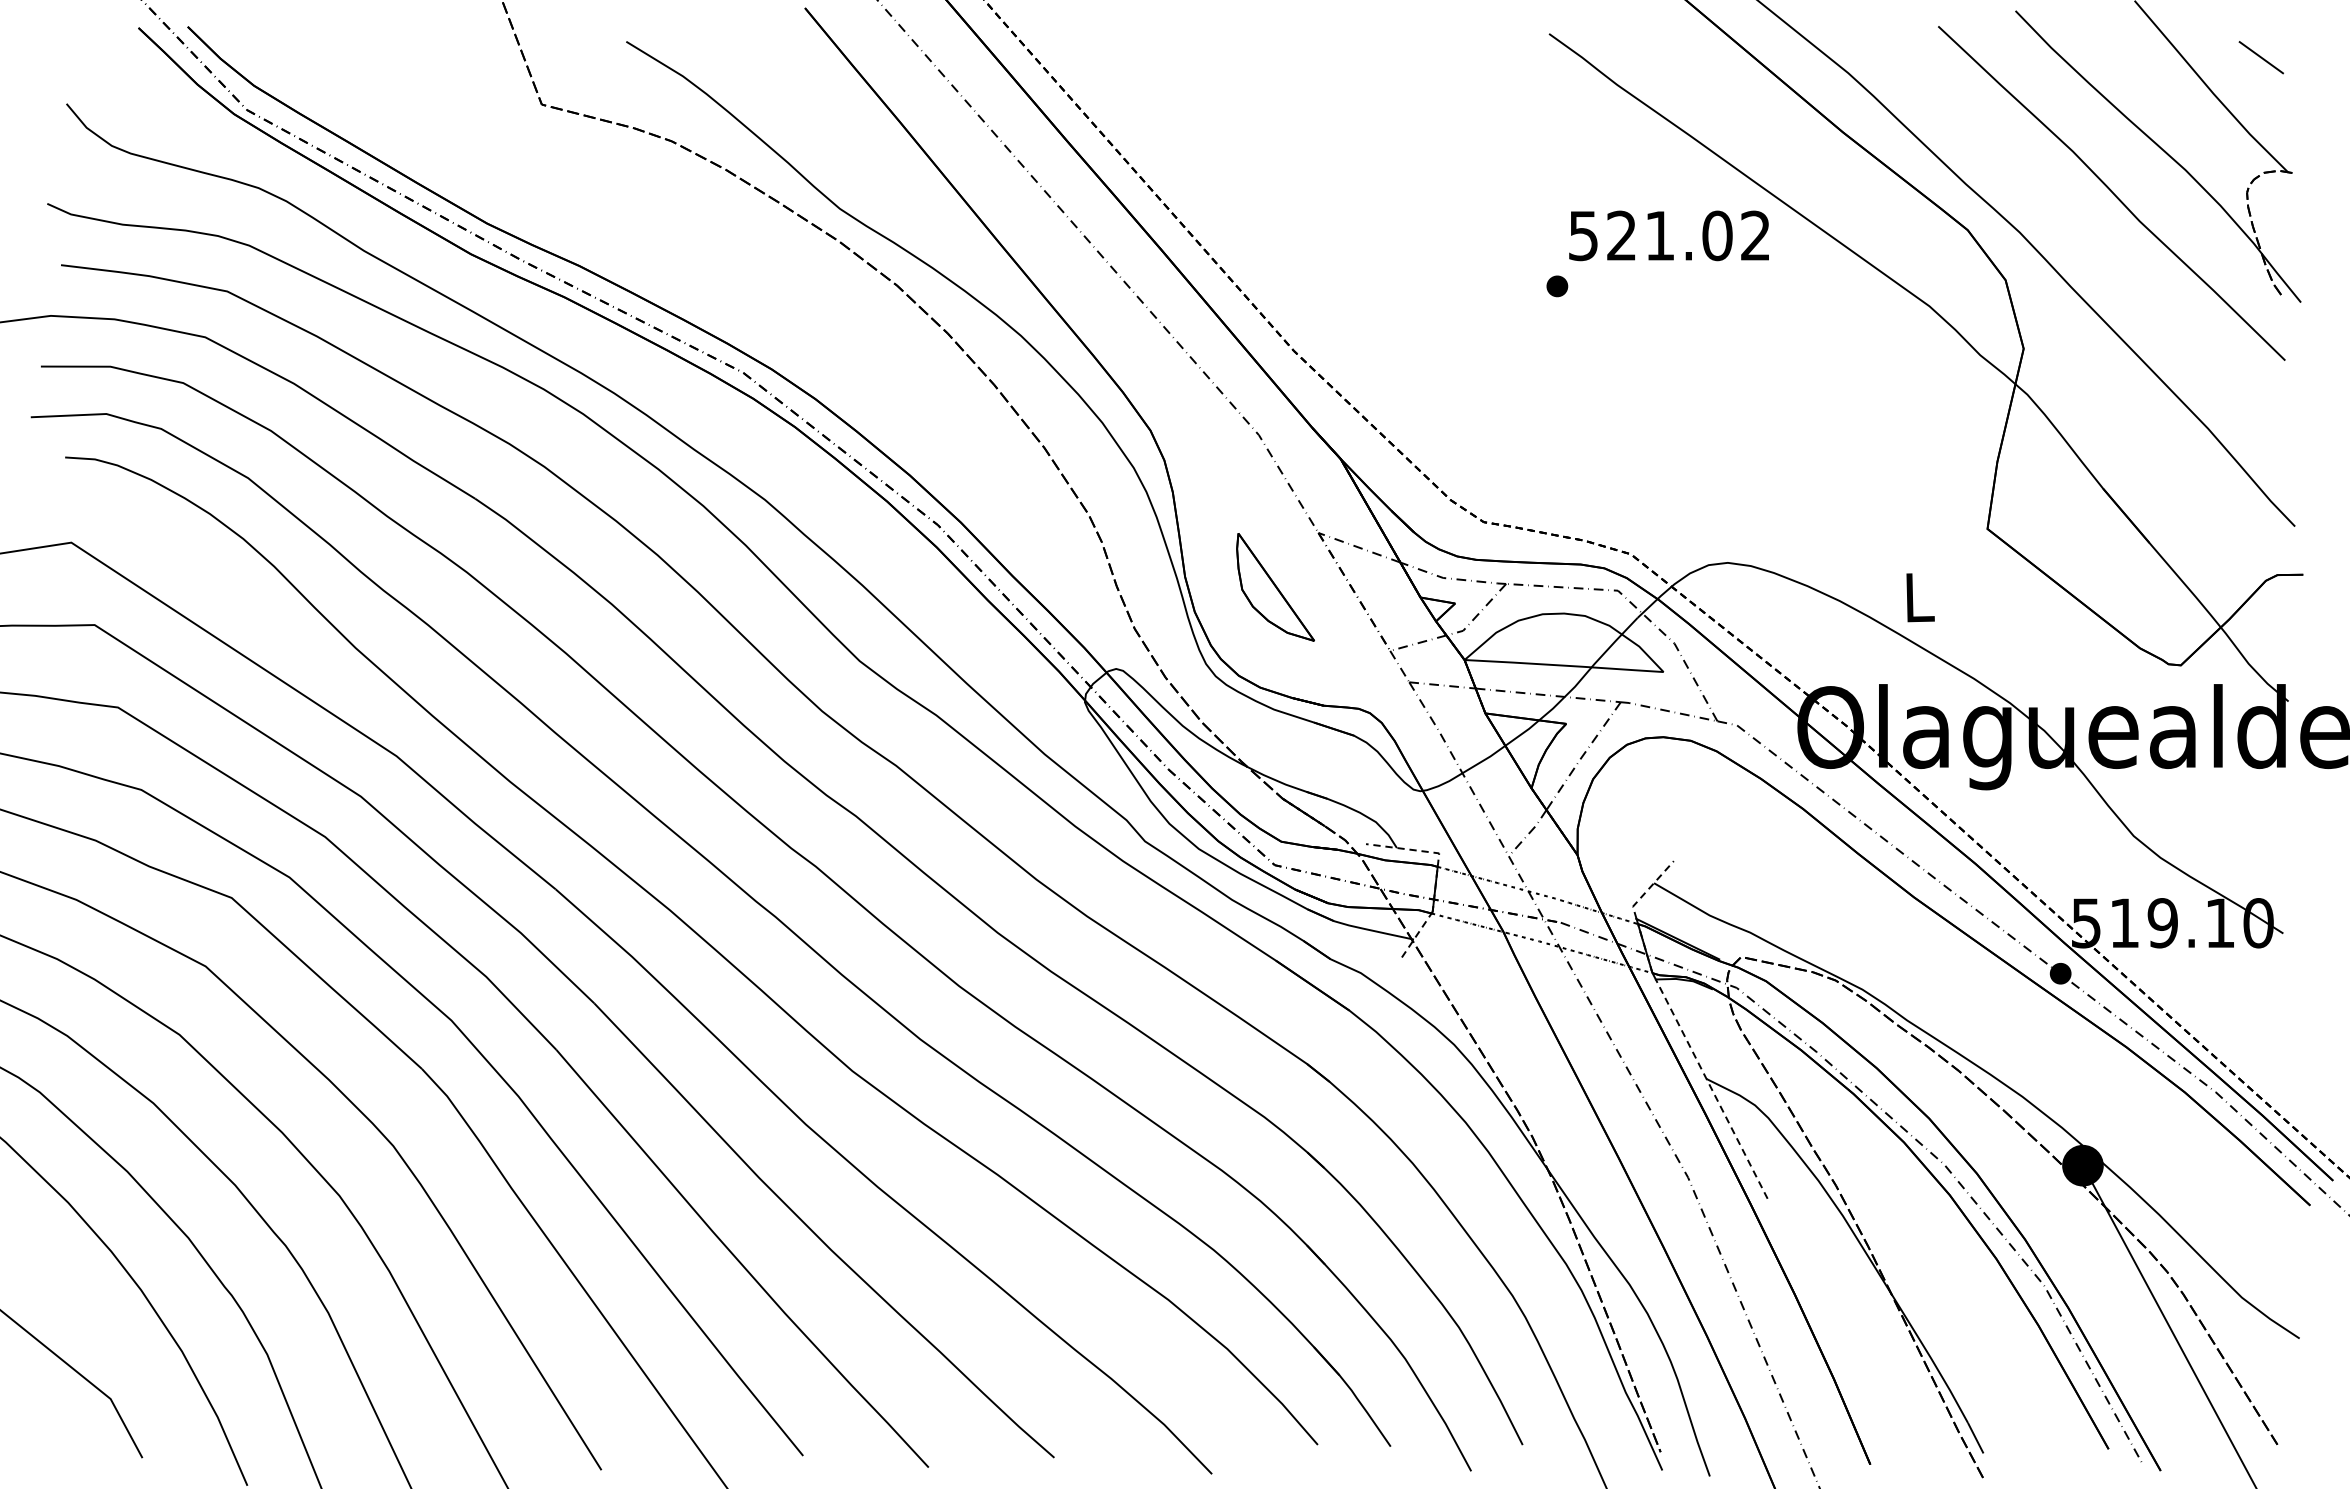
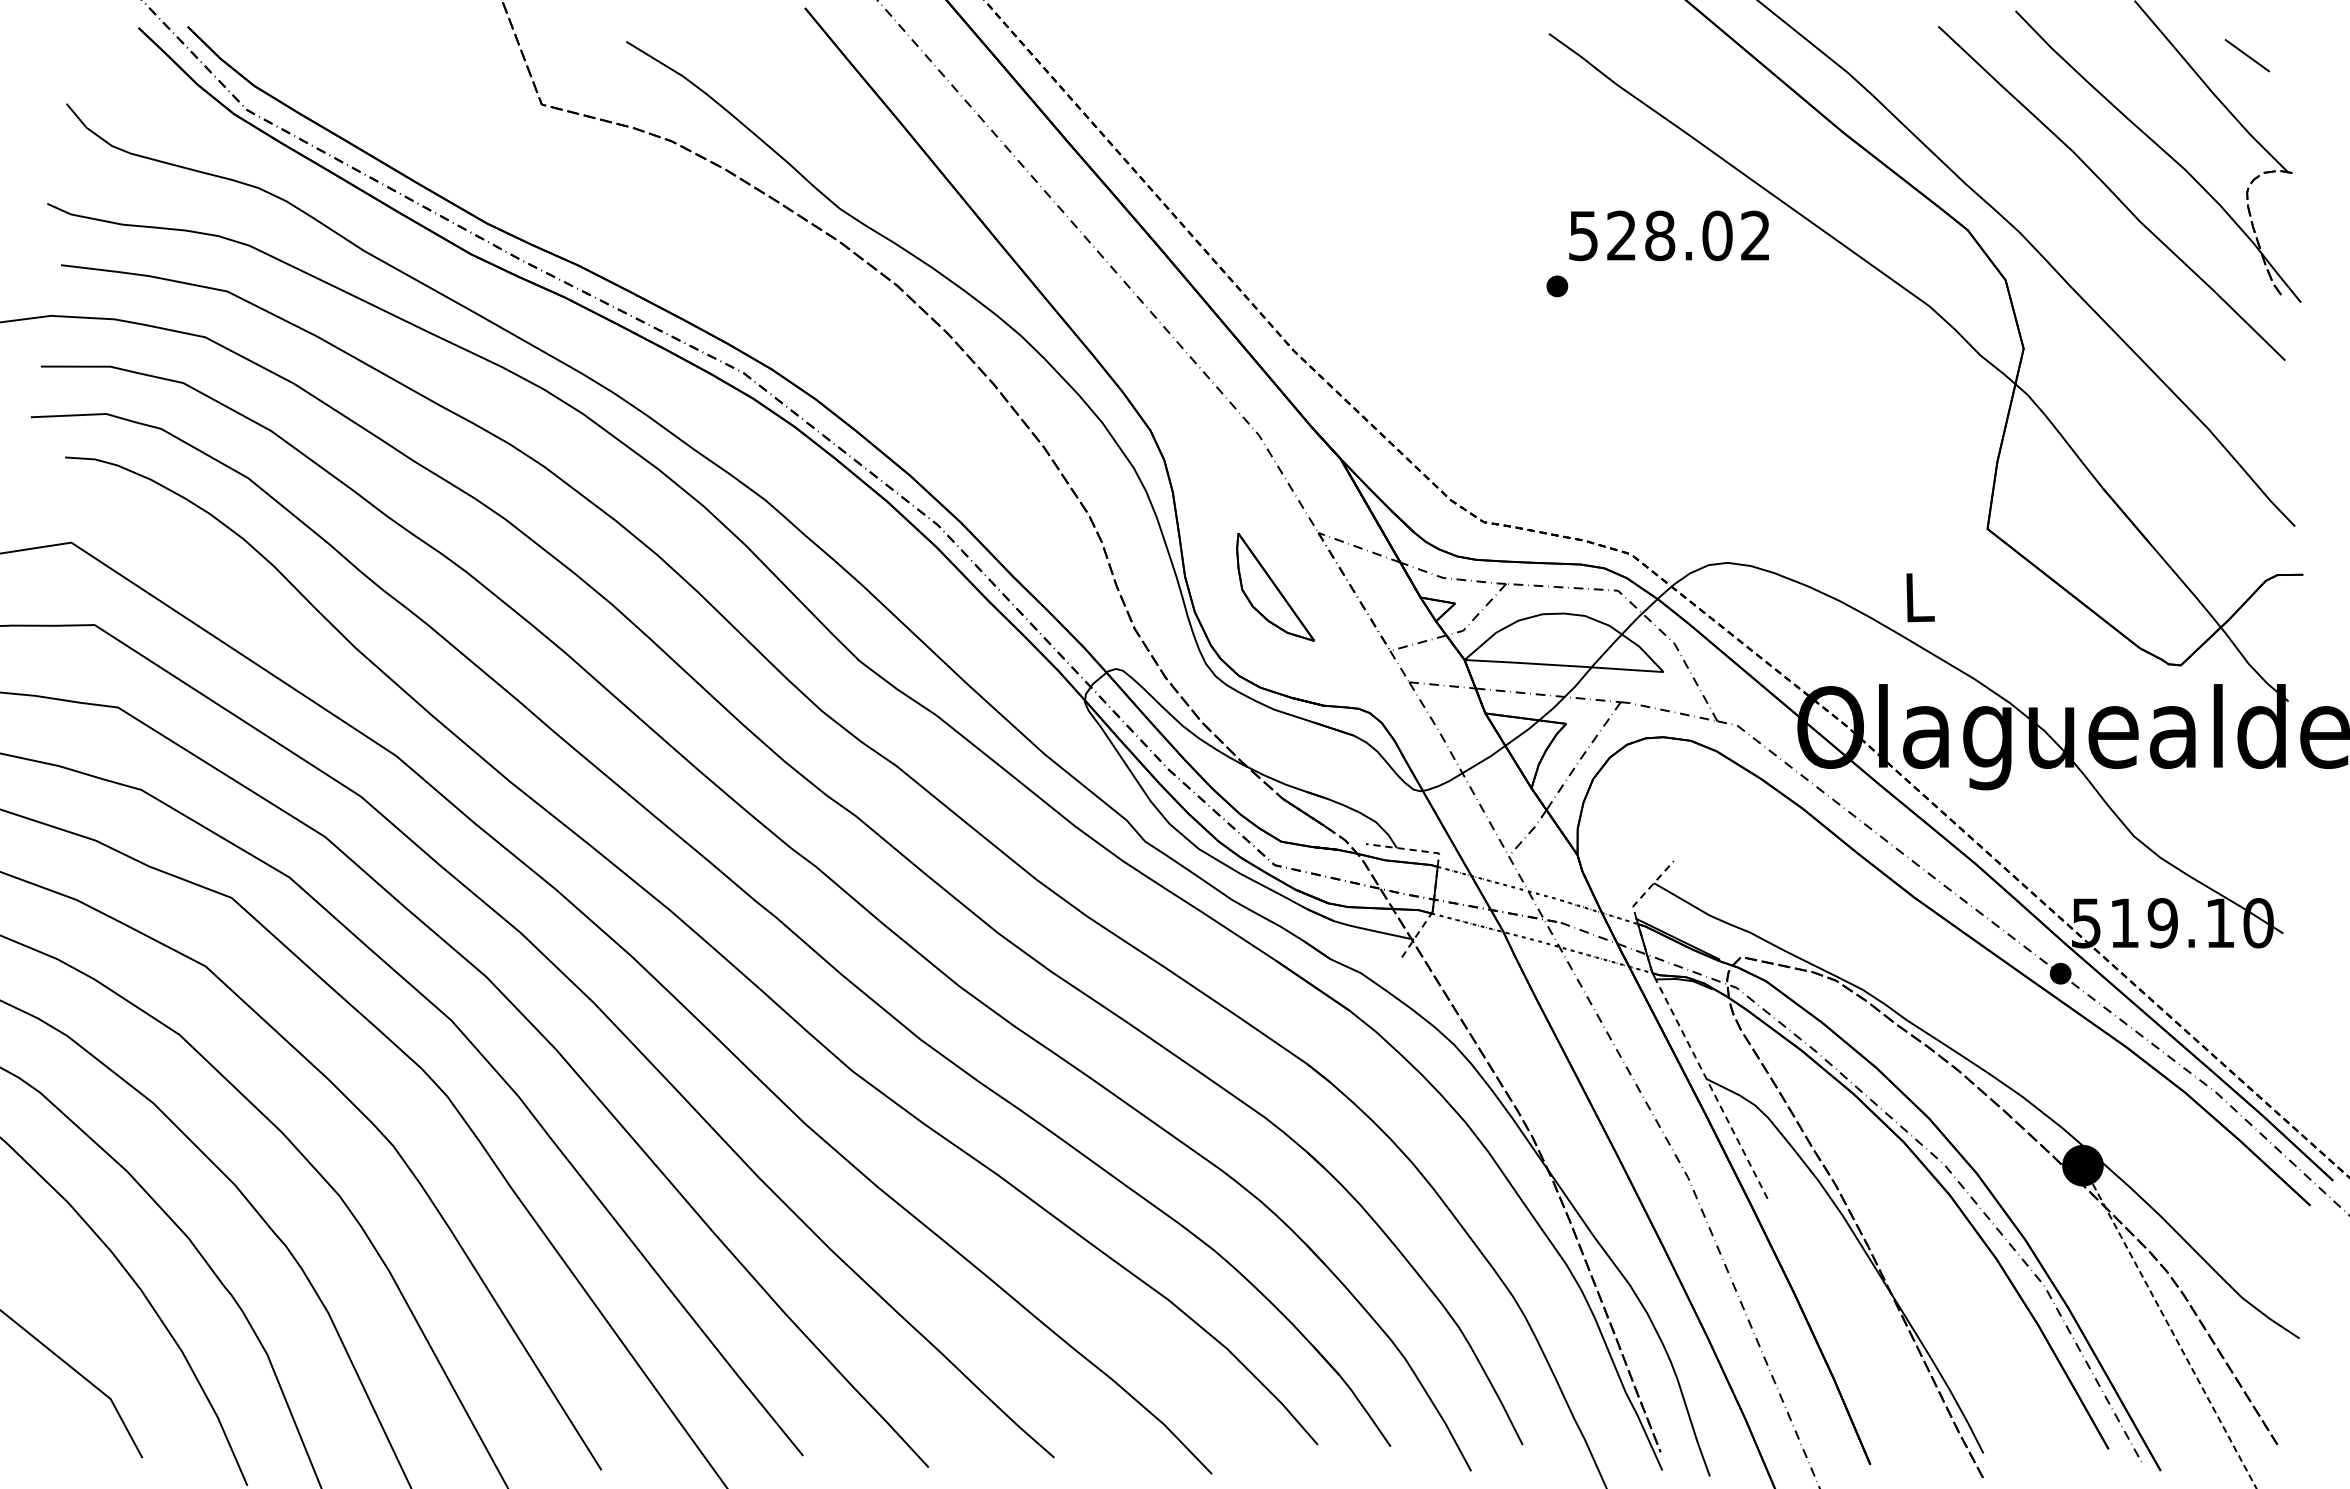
line at (2260, 57) position: (2260, 57) -> (2246, 55)
text at (1660, 235): 521.02 -> 528.02
line at (2169, 1326): solid -> dashed
